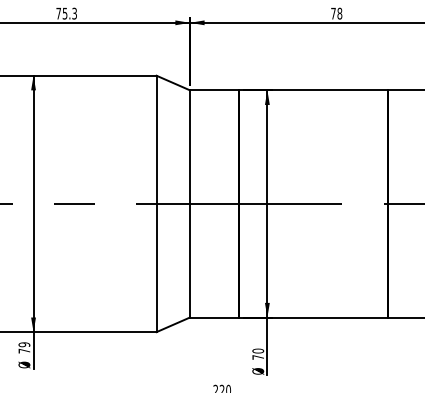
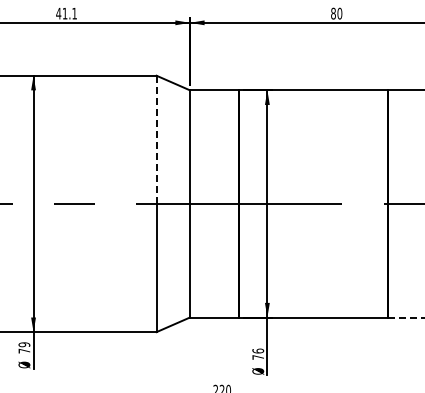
text at (66, 13): 75.3 -> 41.1
text at (336, 13): 78 -> 80
line at (156, 139): solid -> dashed
line at (406, 317): solid -> dashed
text at (257, 350): 70 -> 76
